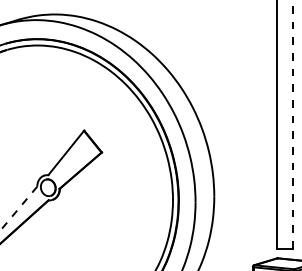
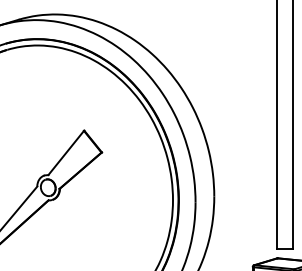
line at (293, 124): dashed -> solid
line at (18, 208): dashed -> solid
